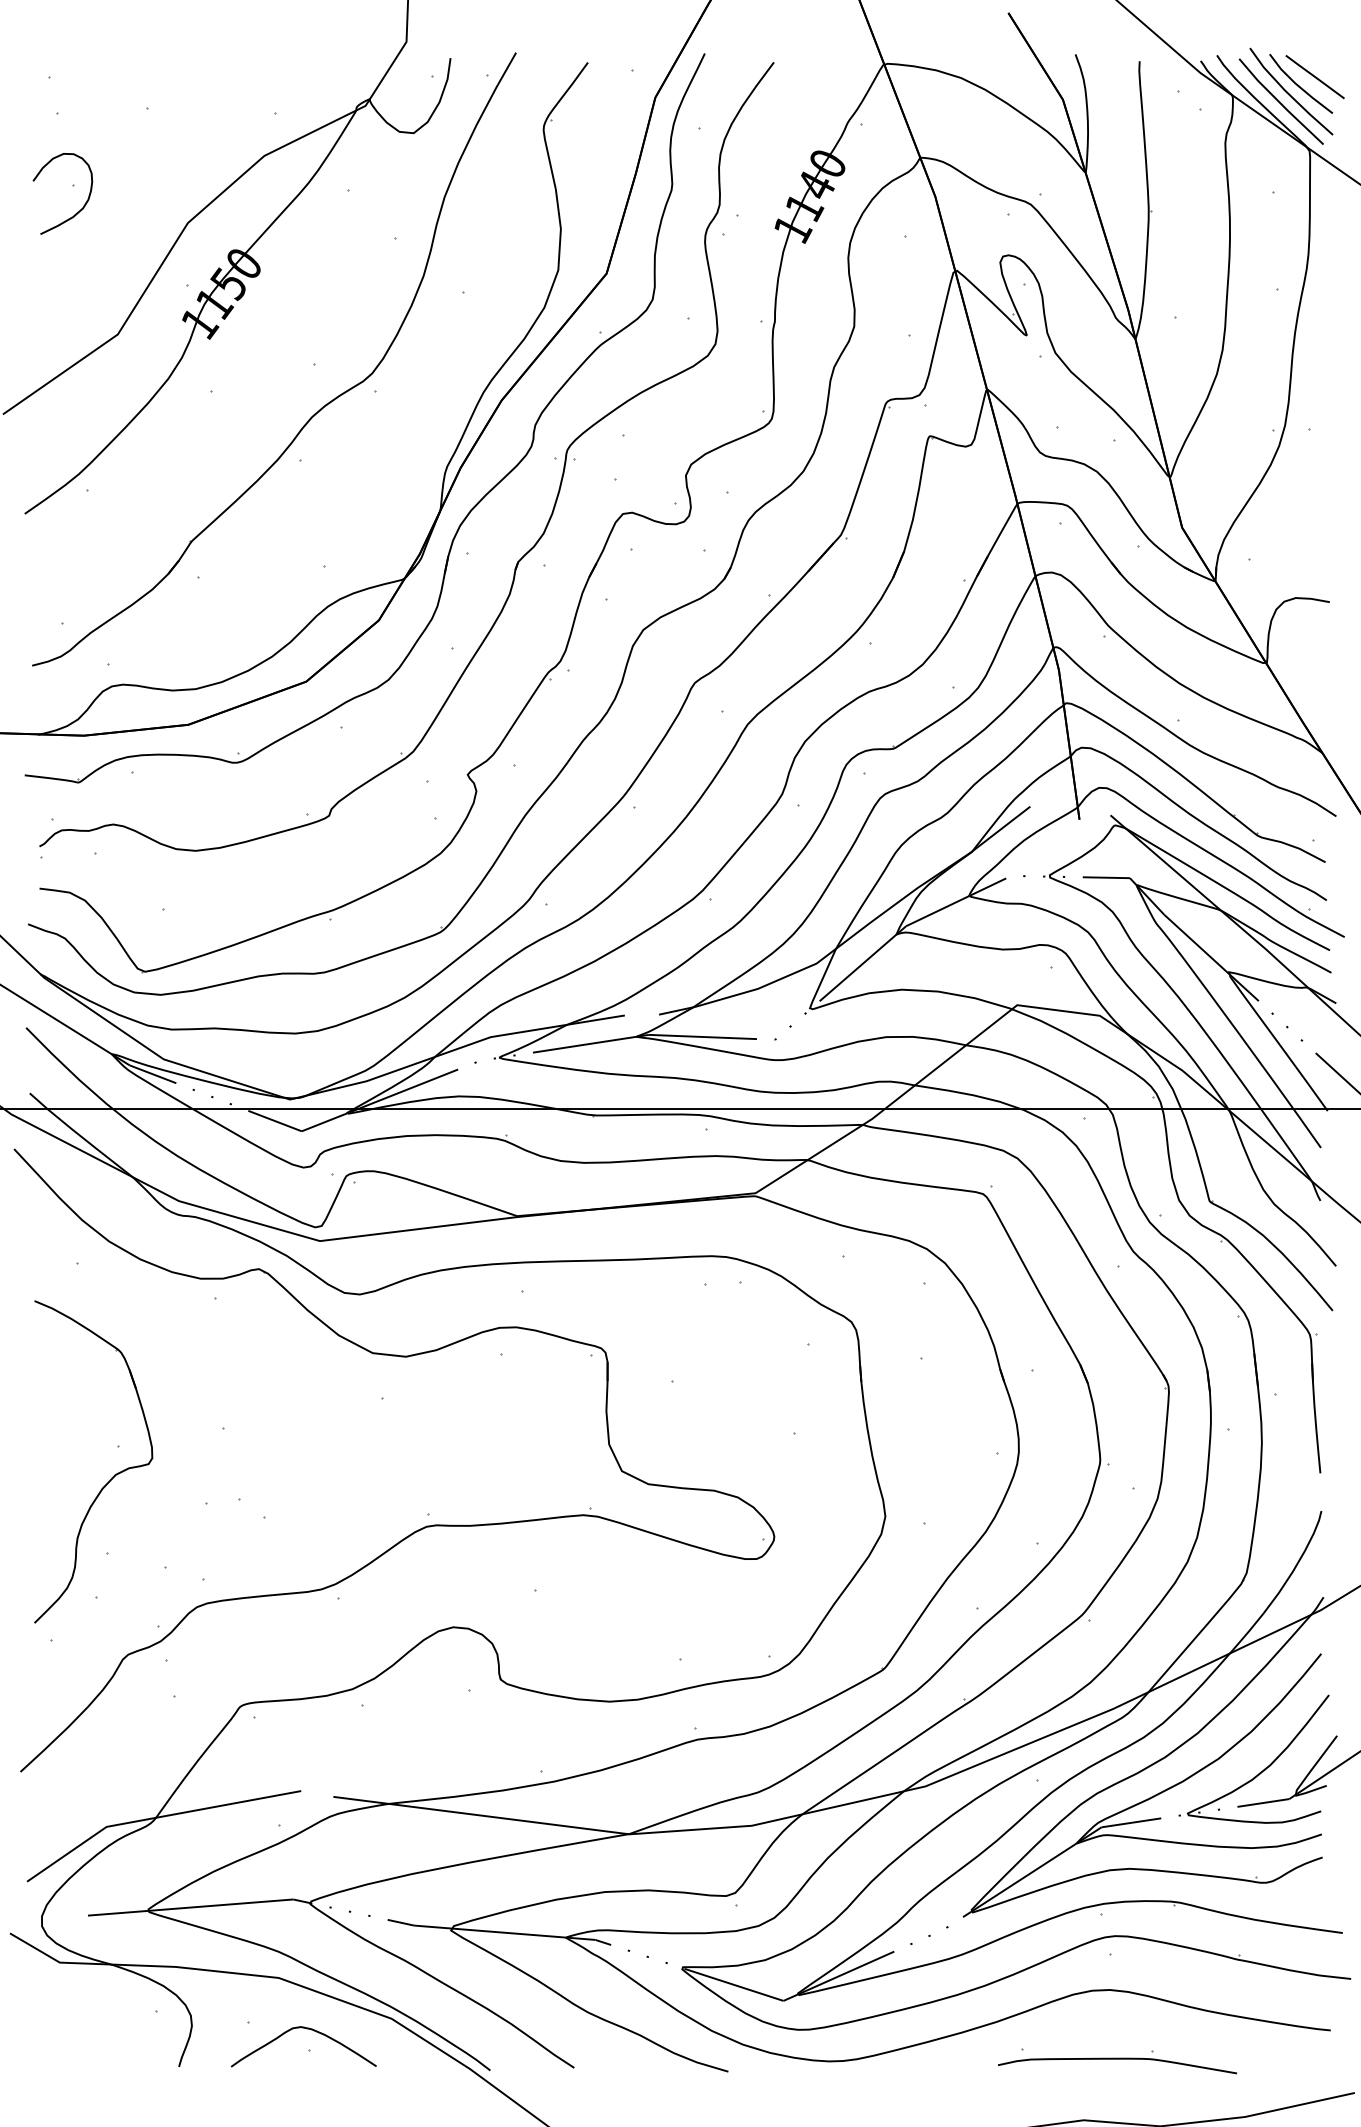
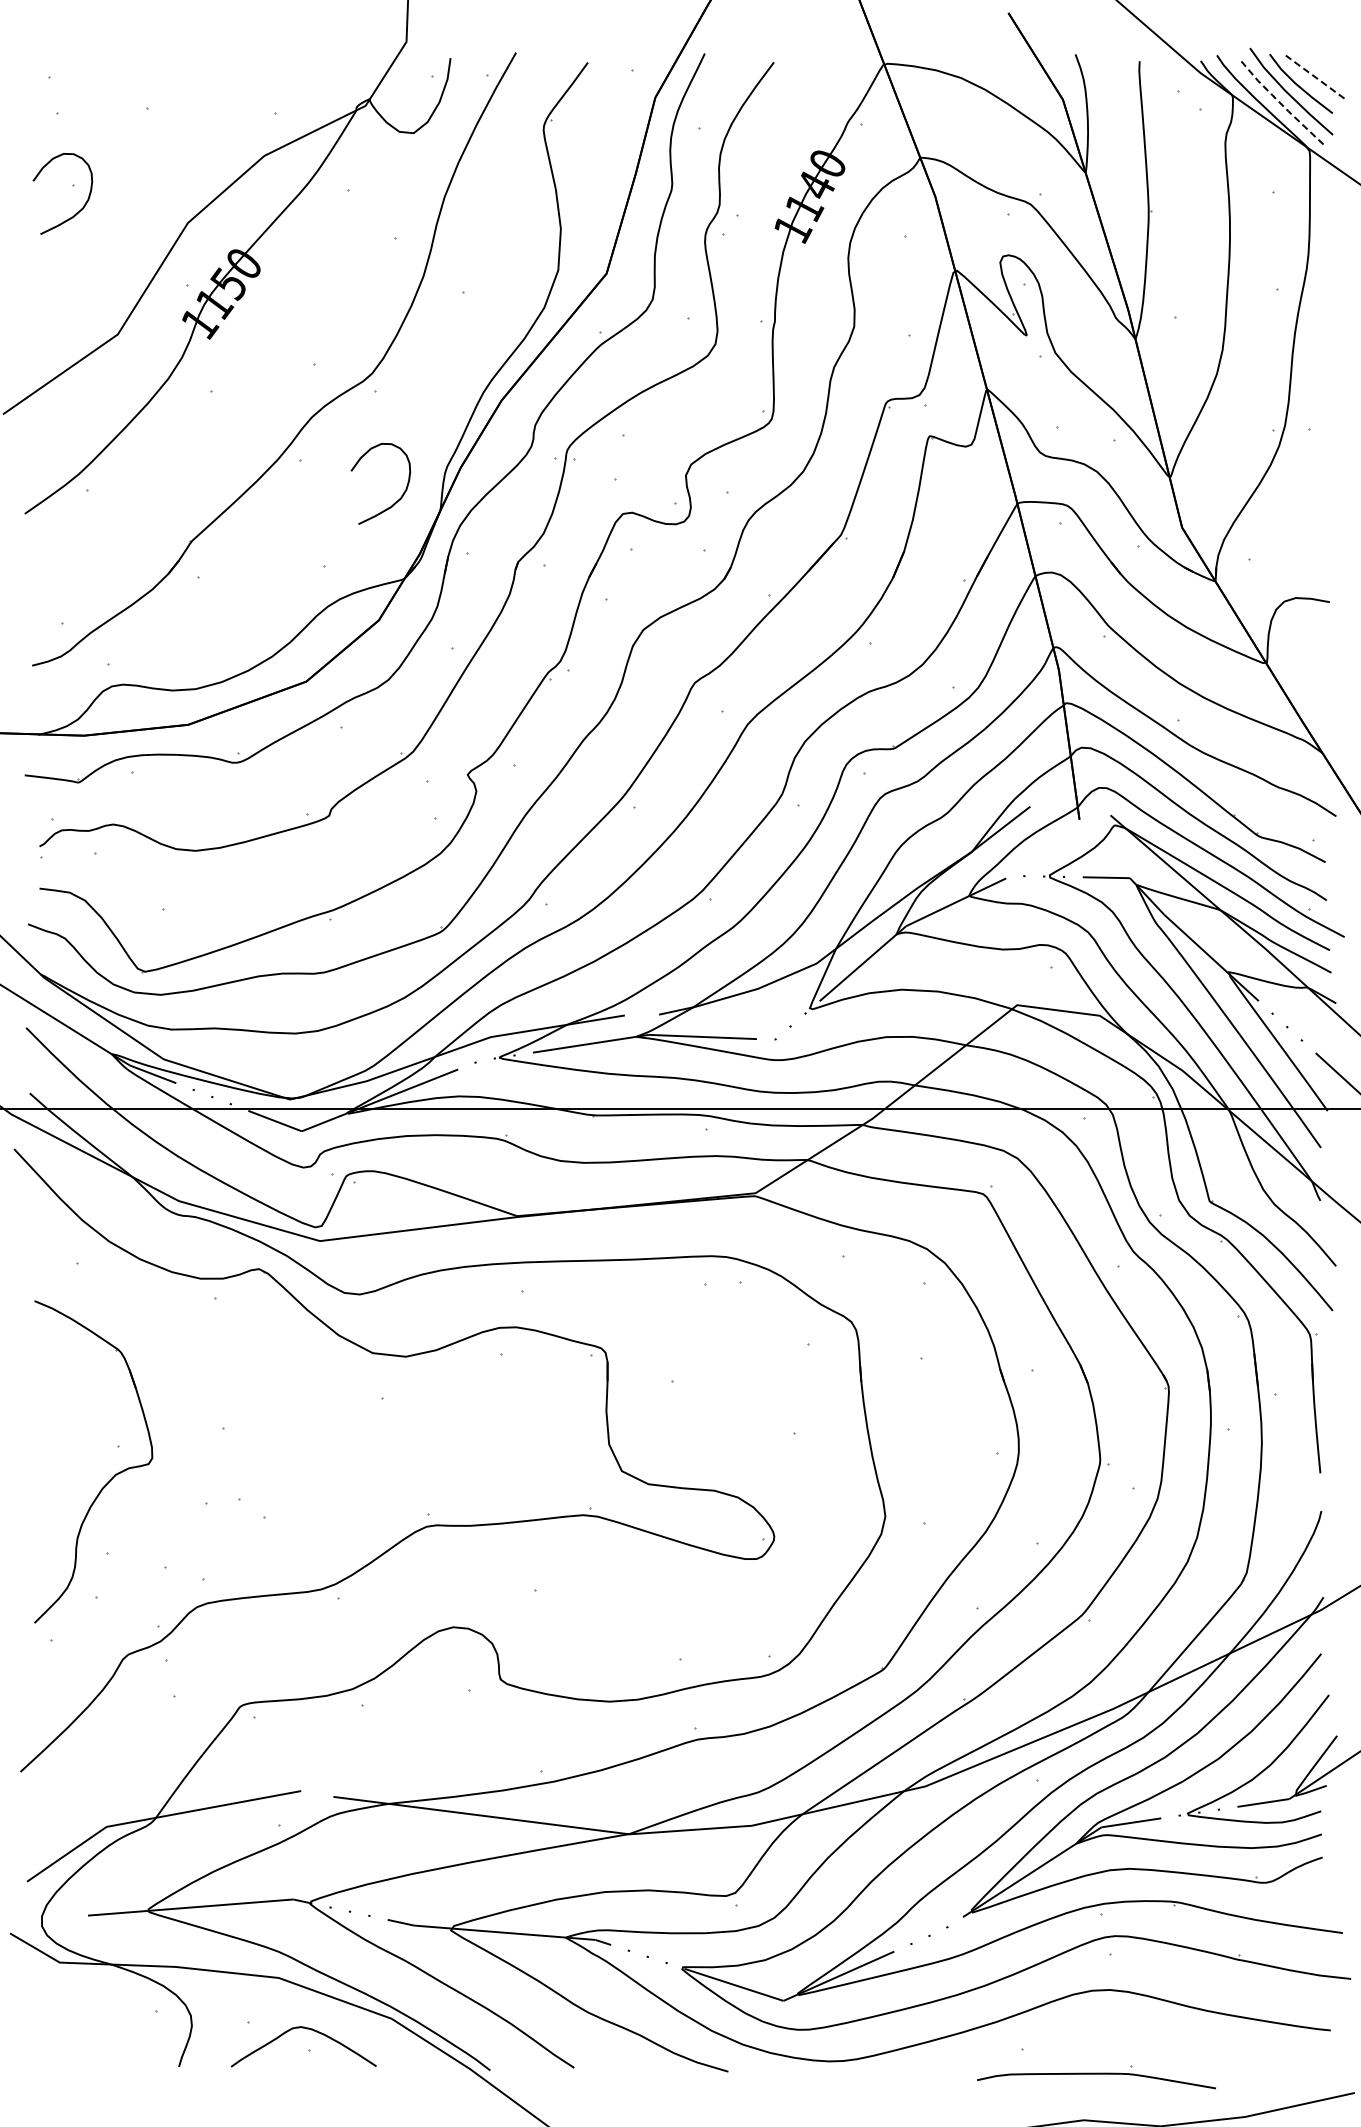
line at (1315, 76): solid -> dashed
line at (1280, 102): solid -> dashed
curve at (394, 502): none -> present
part at (1117, 2062) position: (1117, 2062) -> (1096, 2077)
